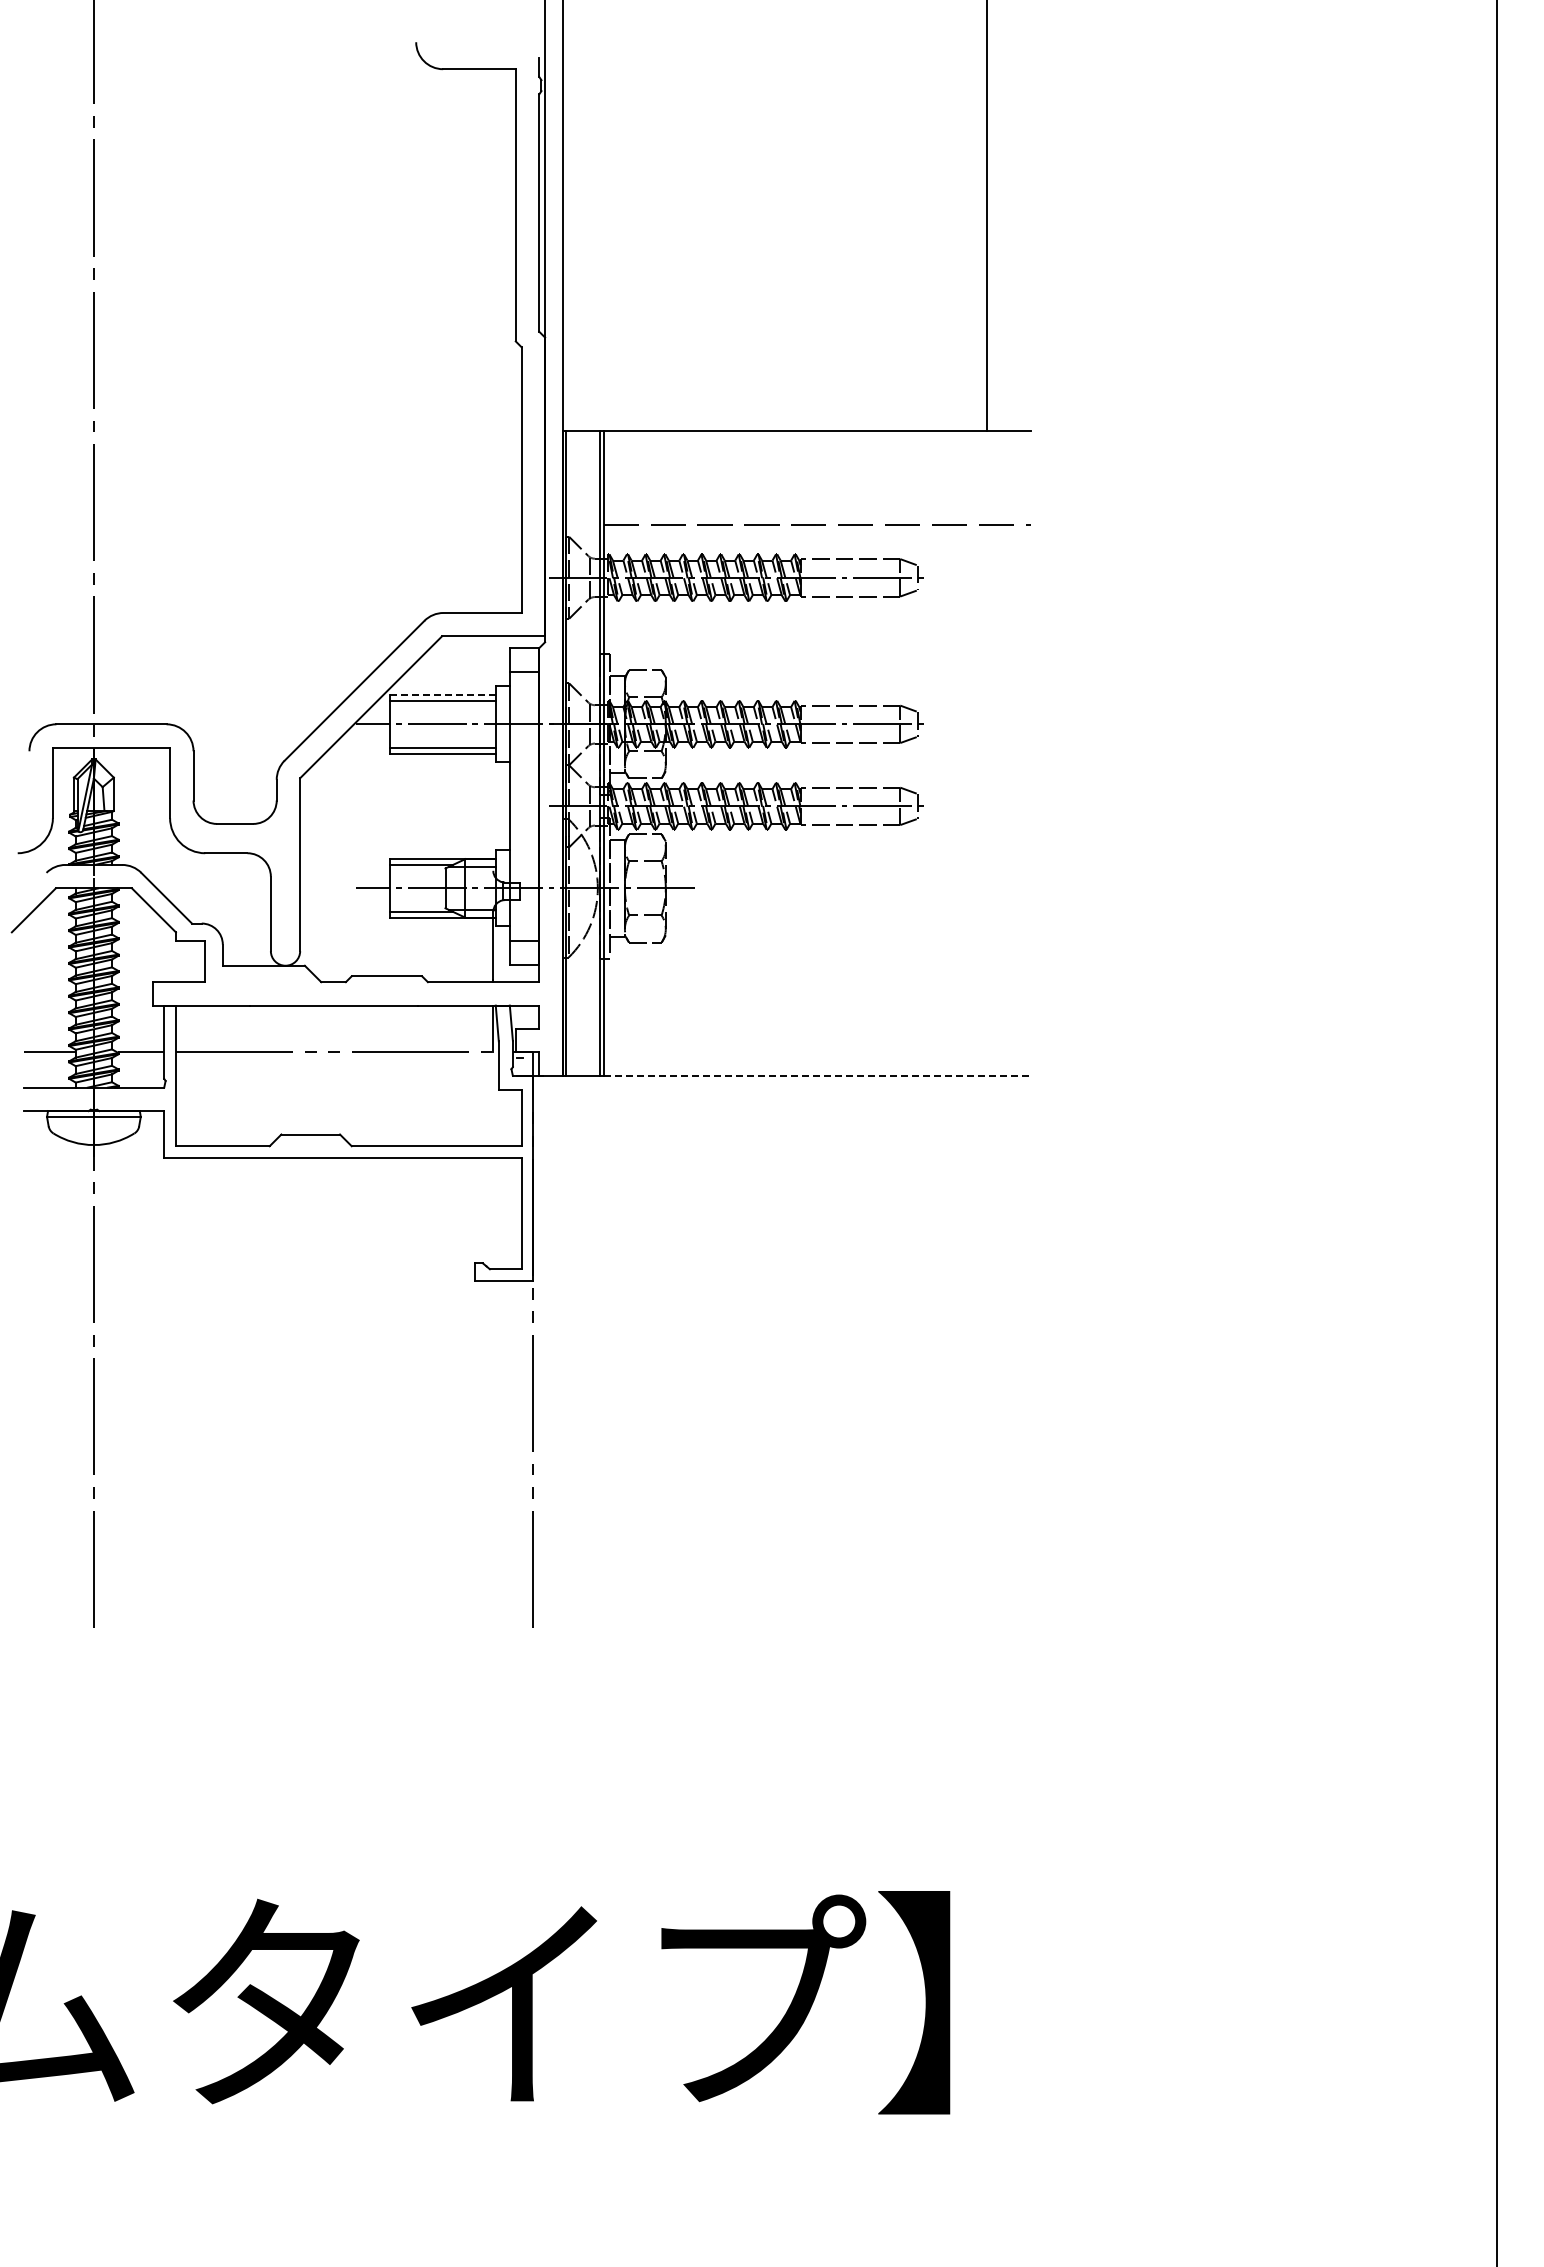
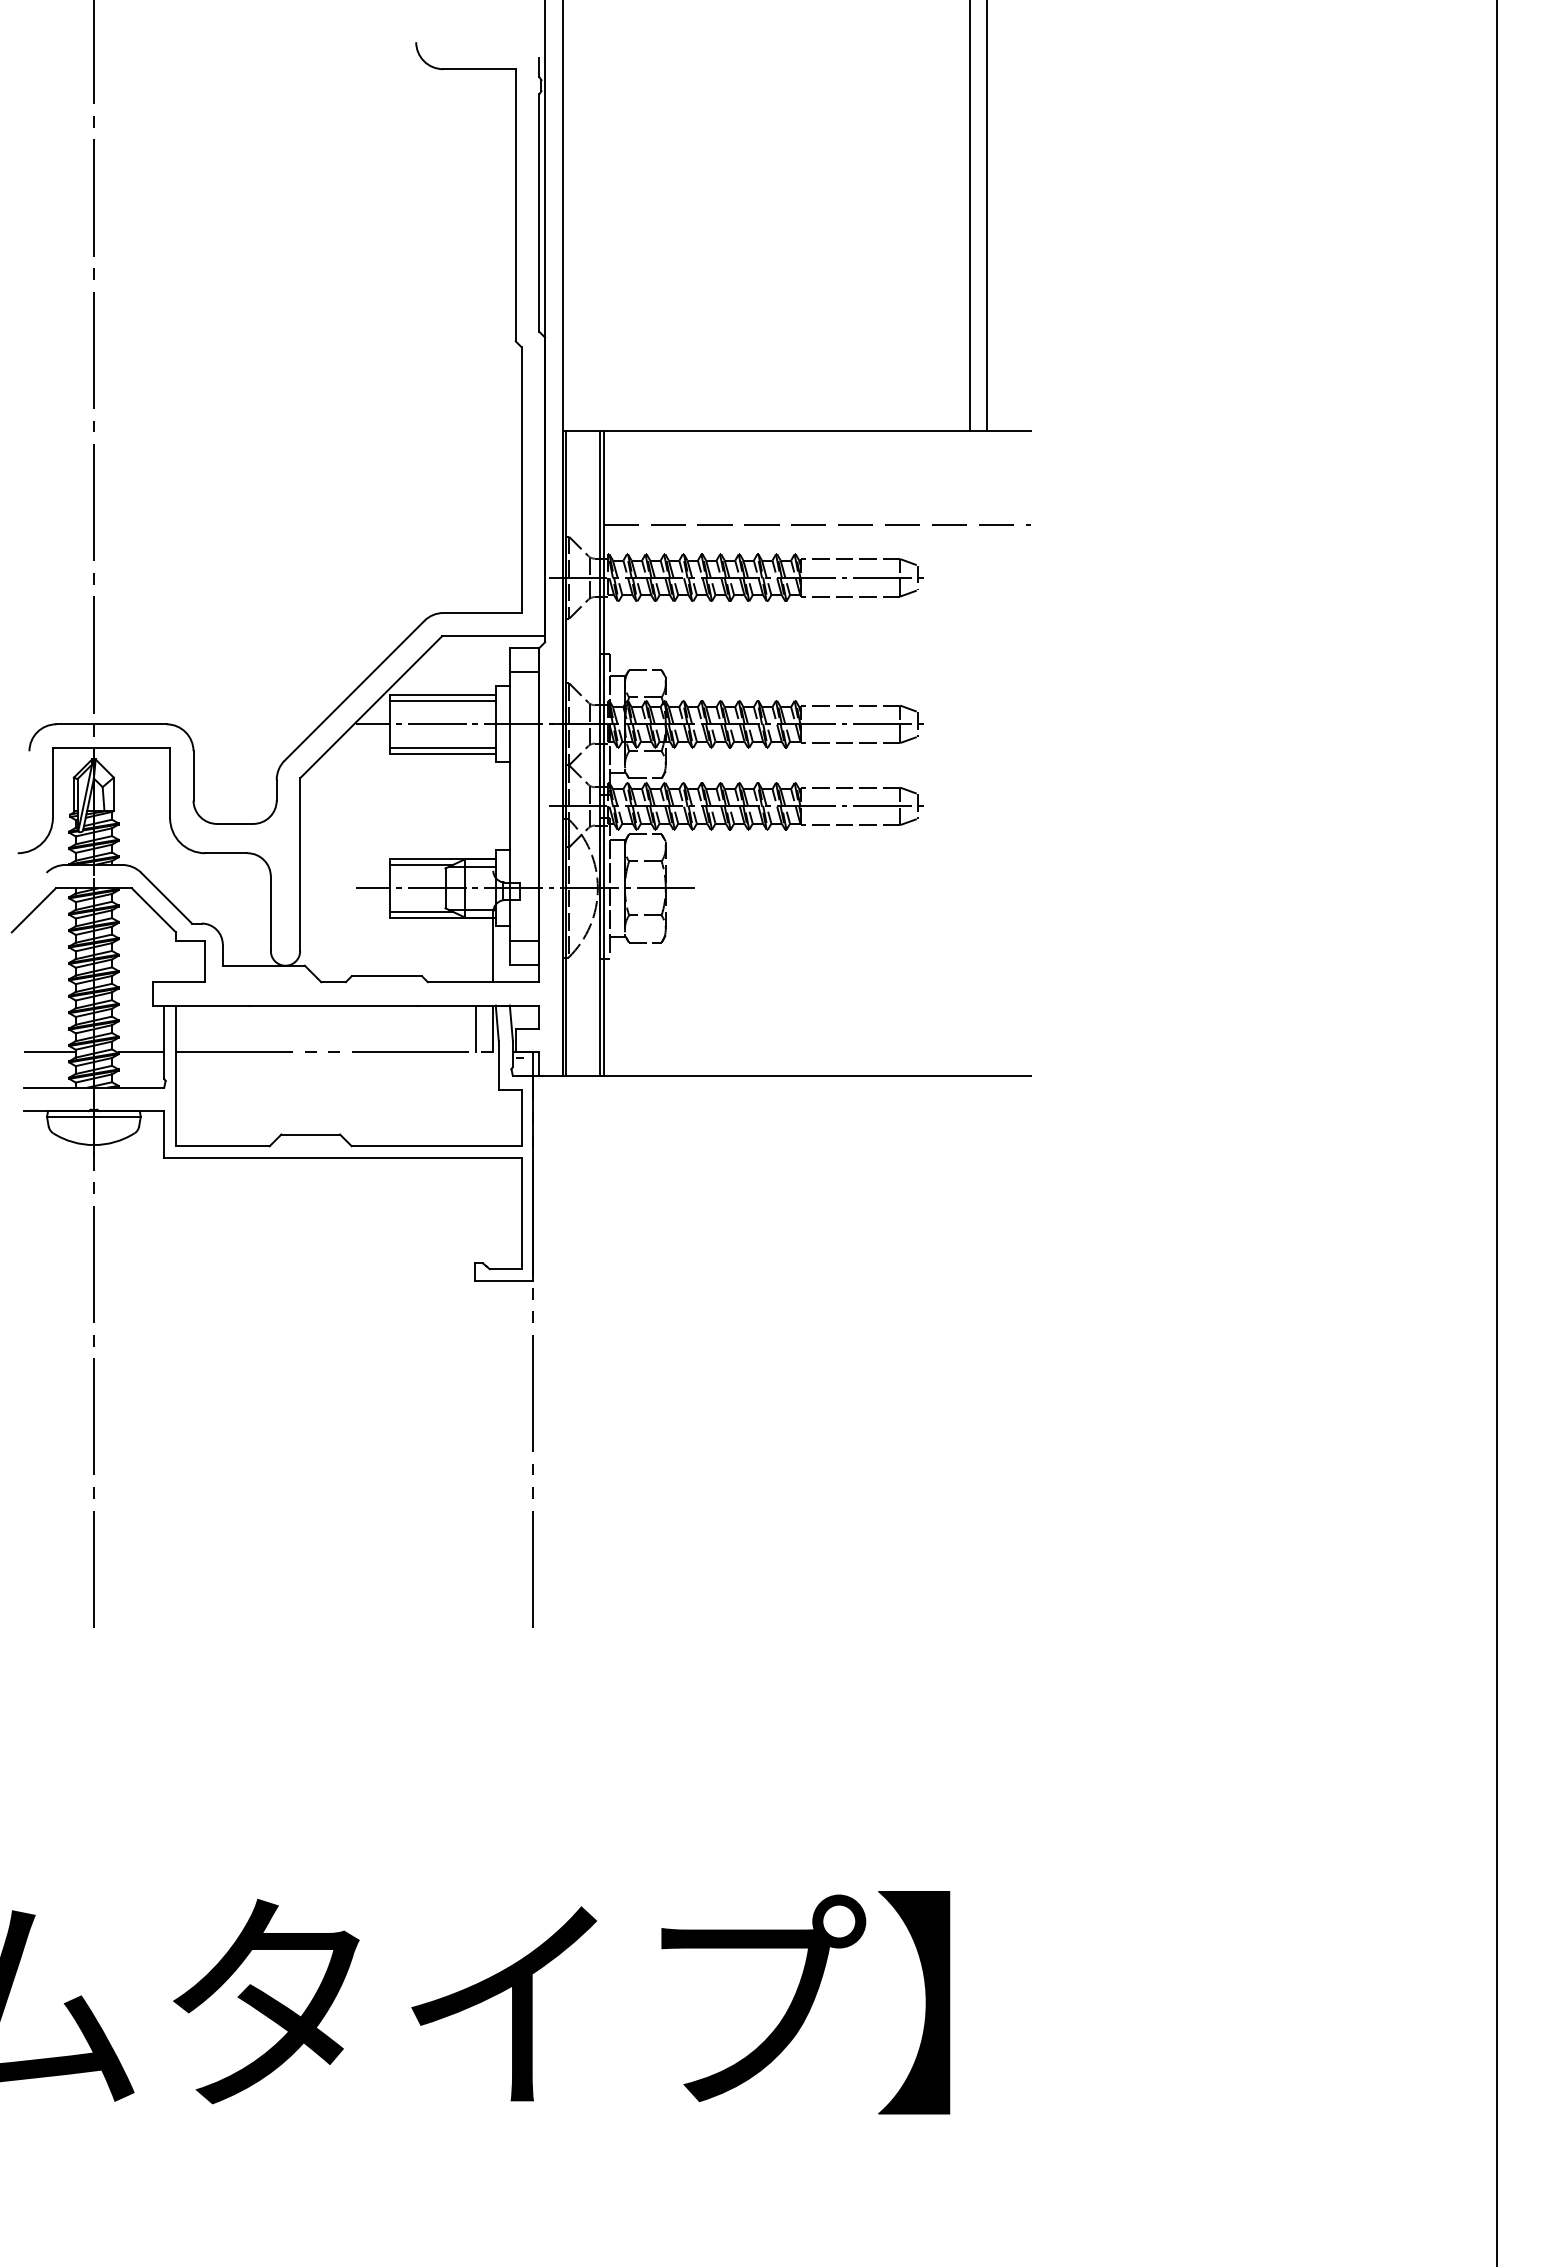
line at (969, 216): none -> present
line at (443, 695): dashed -> solid
line at (475, 1028): none -> present
line at (817, 1075): dashed -> solid
